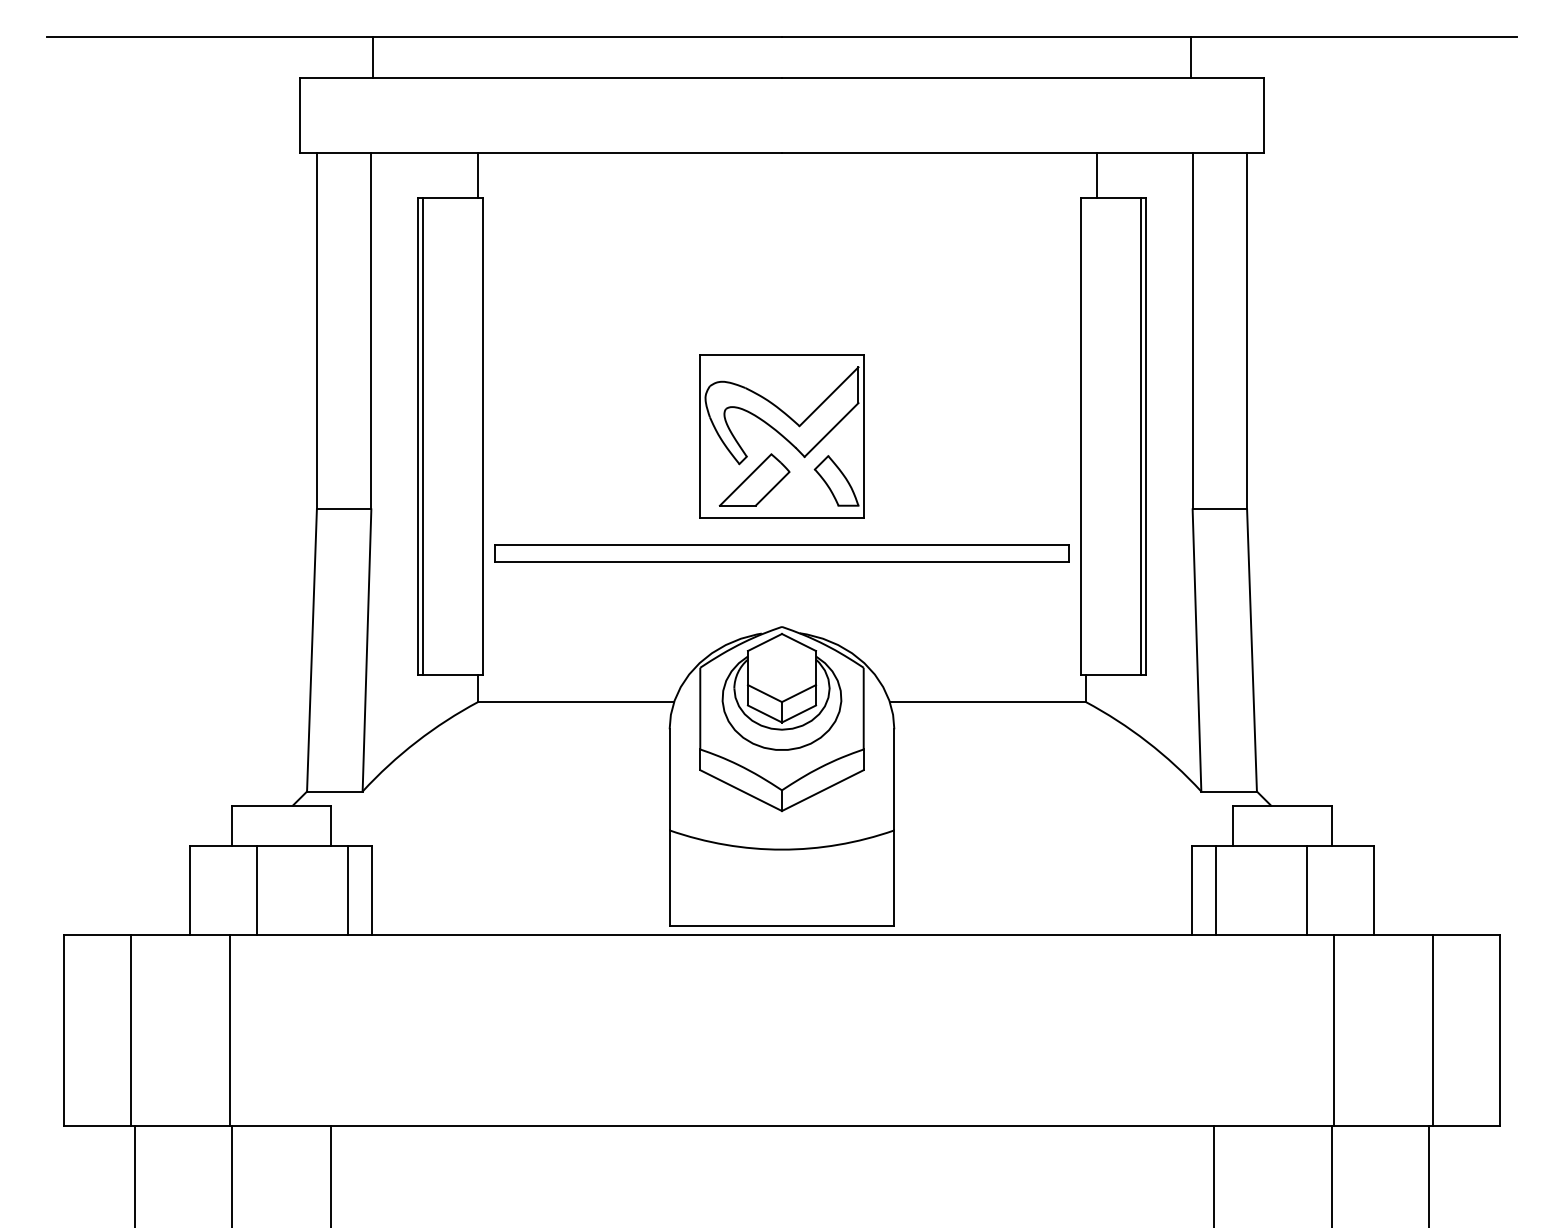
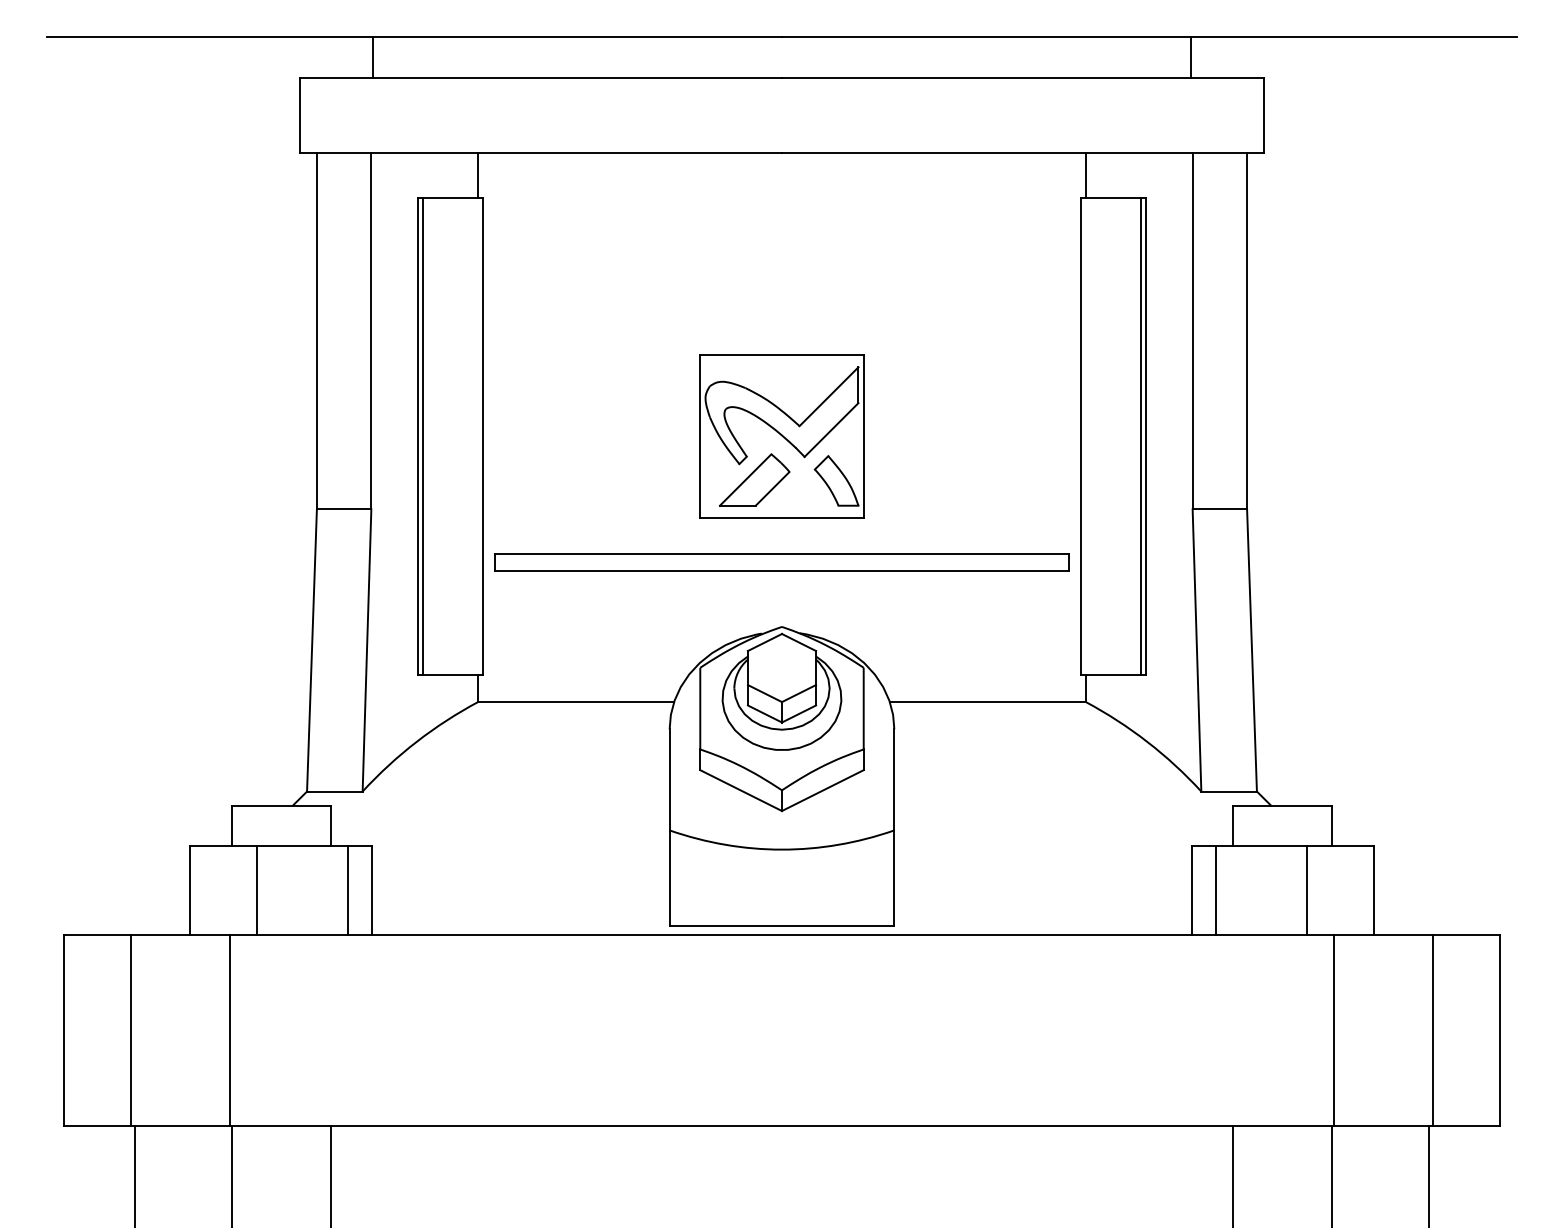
line at (1096, 175) position: (1096, 175) -> (1085, 175)
part at (781, 553) position: (781, 553) -> (781, 562)
line at (1214, 1174) position: (1214, 1174) -> (1233, 1174)
